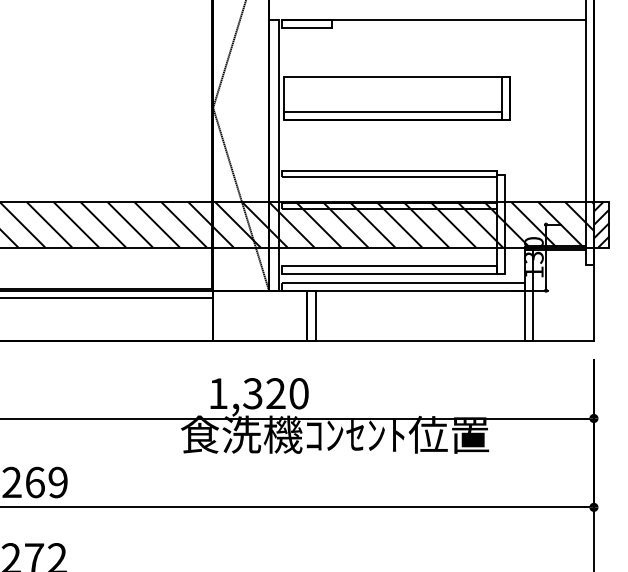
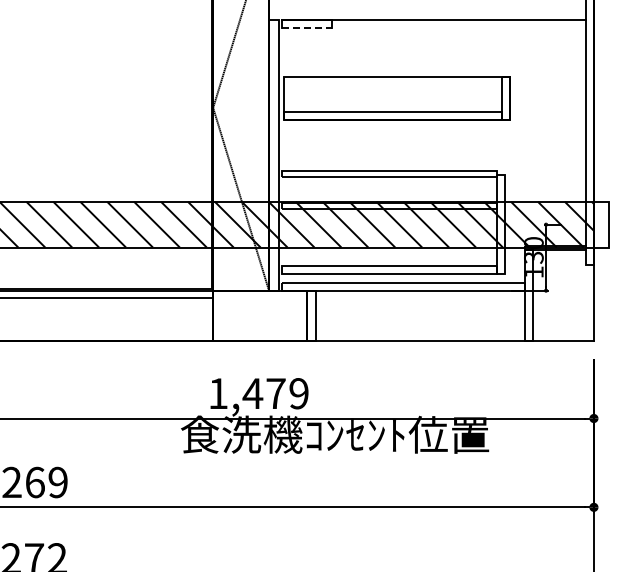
line at (307, 27): solid -> dashed
hatch at (601, 224): present -> none
text at (275, 393): 1,320 -> 1,479
